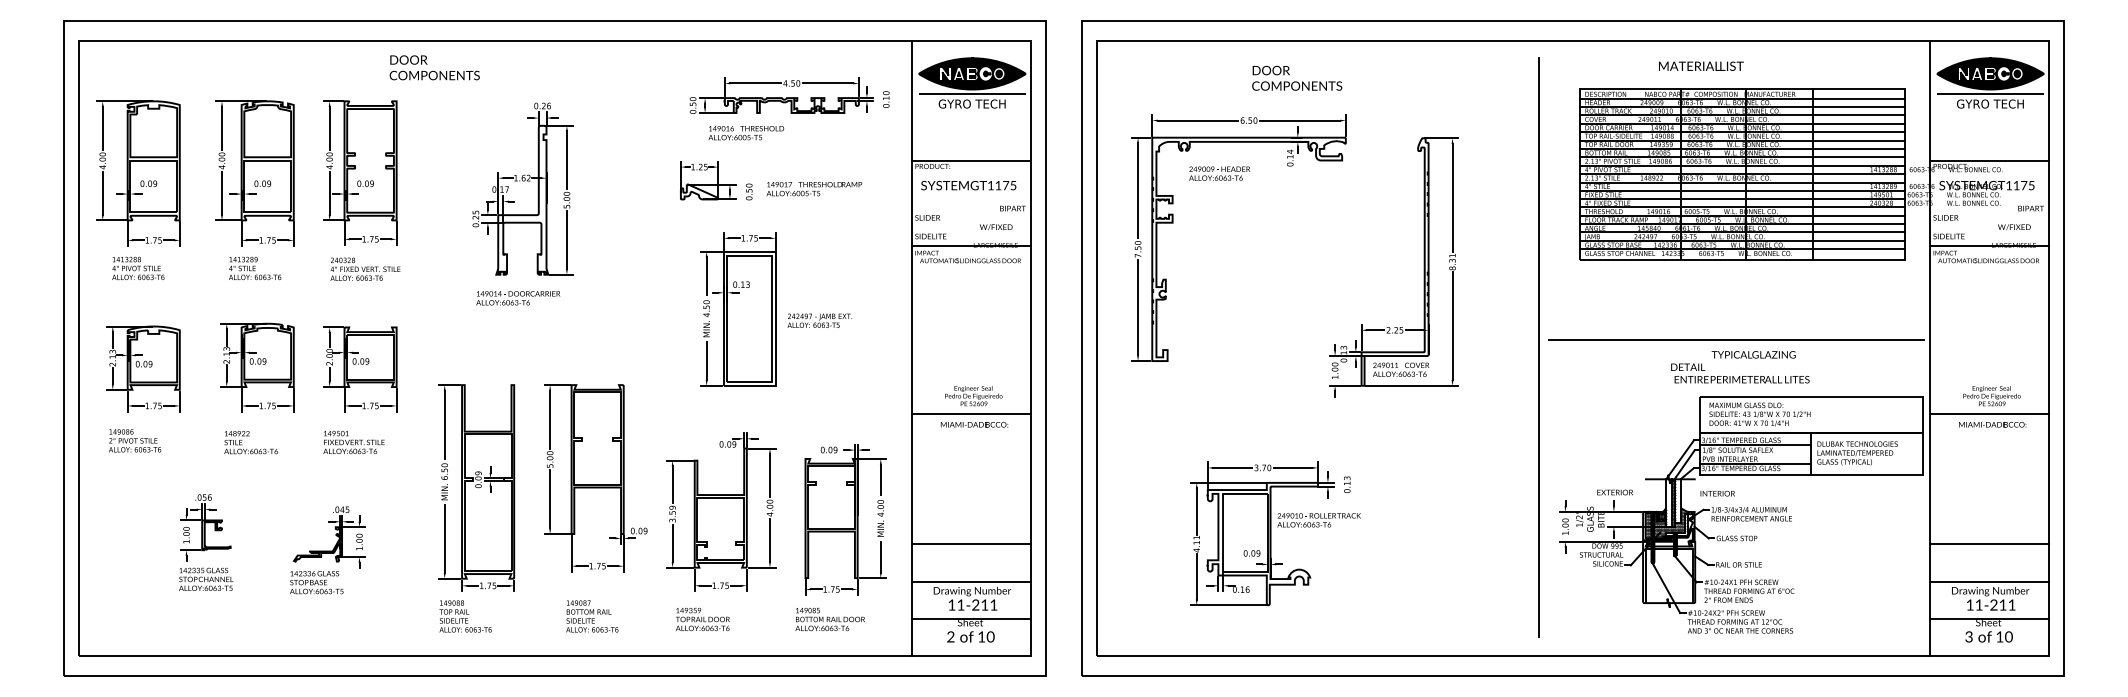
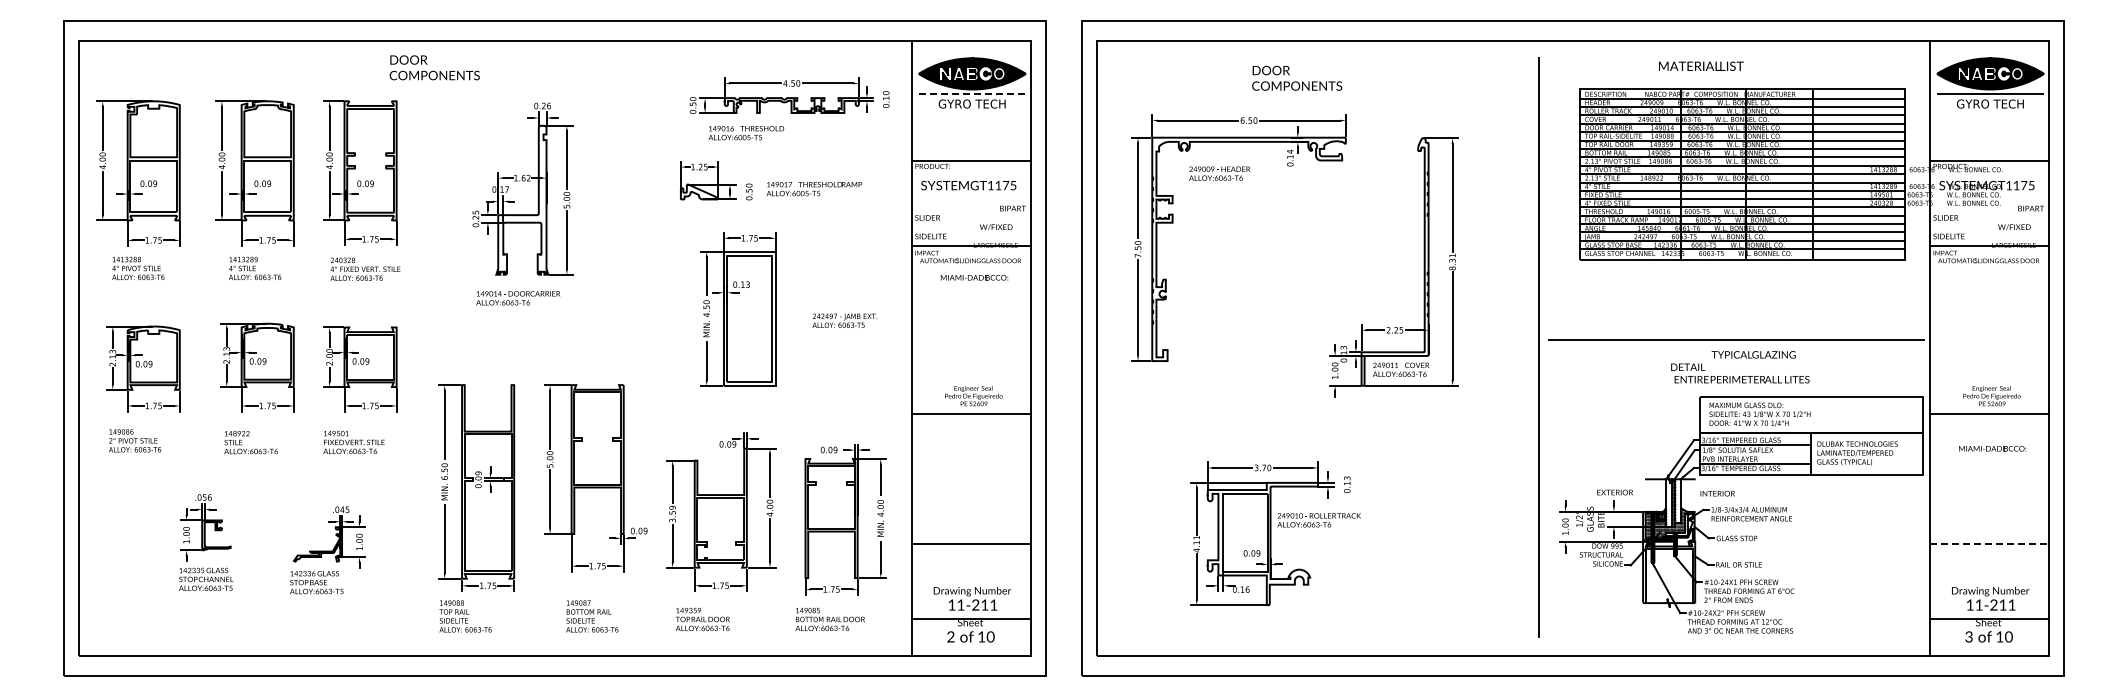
line at (972, 94): solid -> dashed
text at (819, 320) position: (819, 320) -> (844, 320)
text at (974, 424) position: (974, 424) -> (974, 277)
text at (1992, 424) position: (1992, 424) -> (1992, 448)
line at (1989, 544): solid -> dashed
line at (970, 581): present -> none
line at (1988, 581): present -> none
